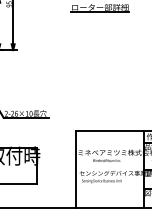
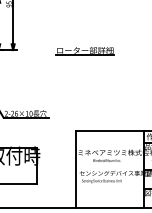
part at (99, 8) position: (99, 8) -> (84, 51)
